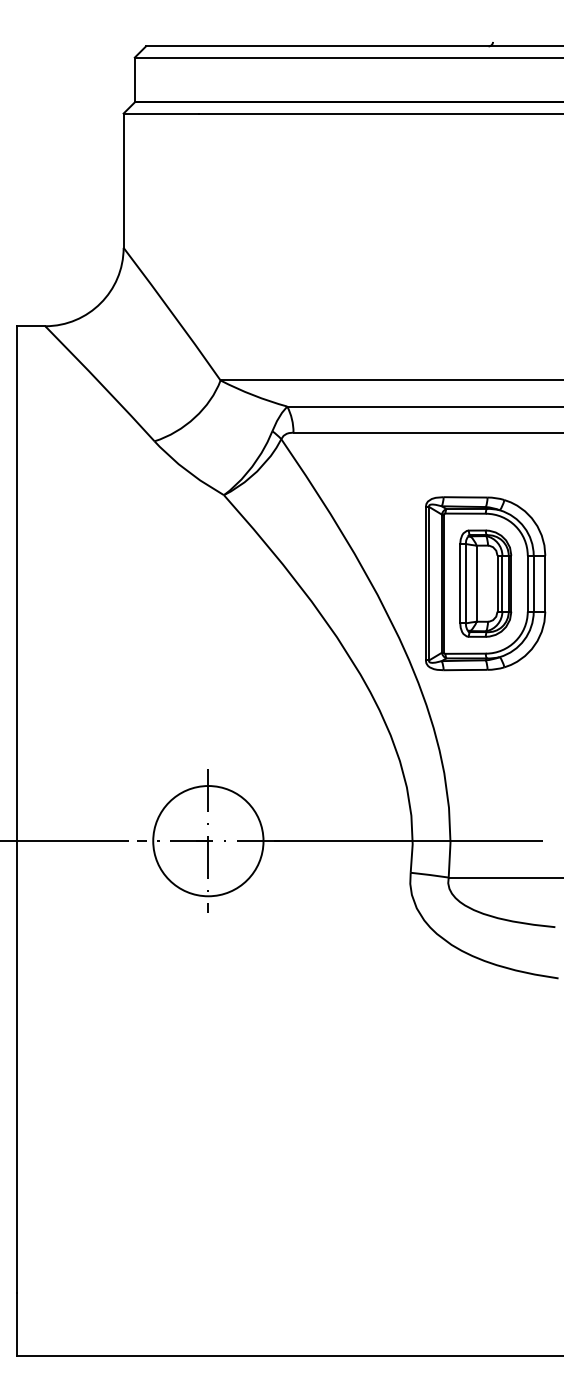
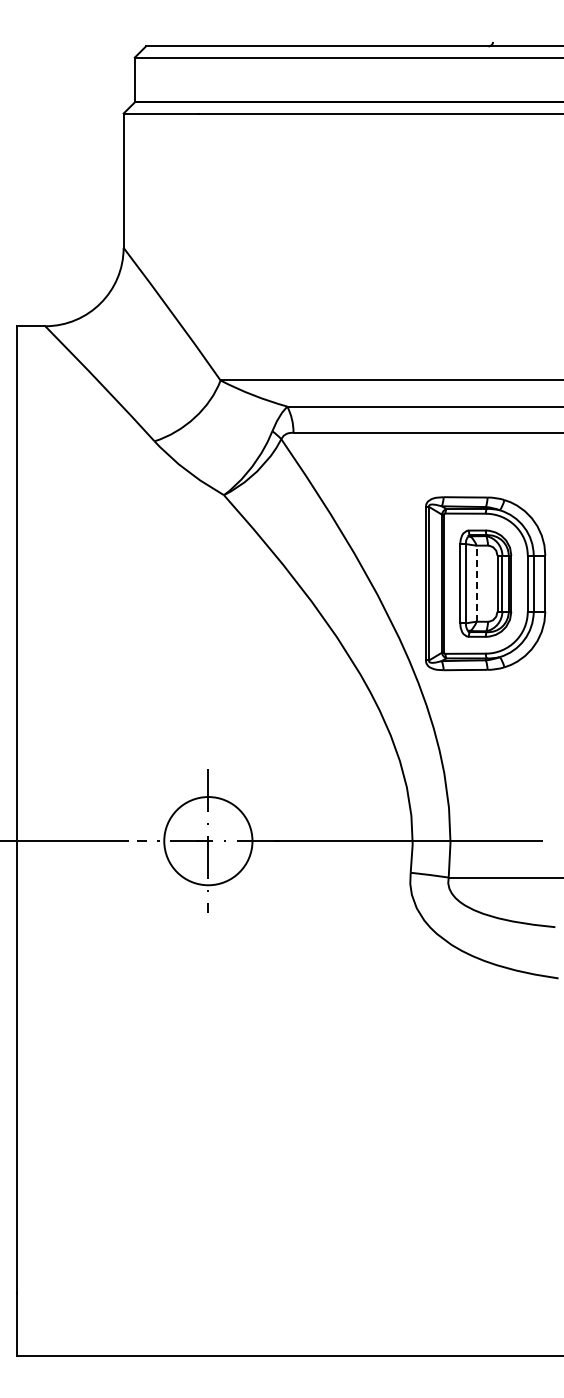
line at (476, 583): solid -> dashed
circle at (208, 841) diameter: 110 px -> 88 px
